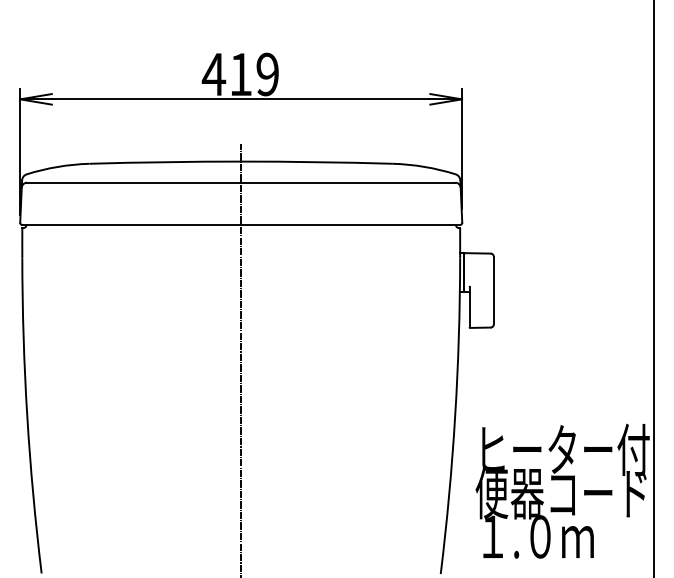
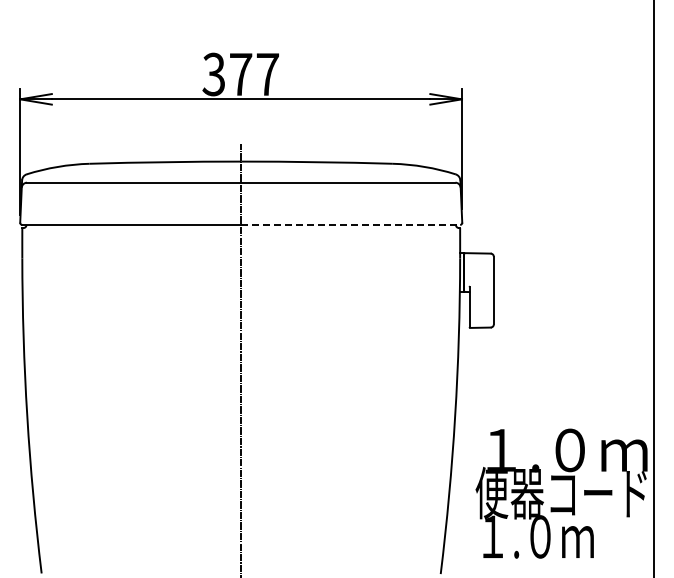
text at (239, 74): 419 -> 377
line at (351, 224): solid -> dashed
text at (565, 449): ヒーター付 -> １.０ｍ
